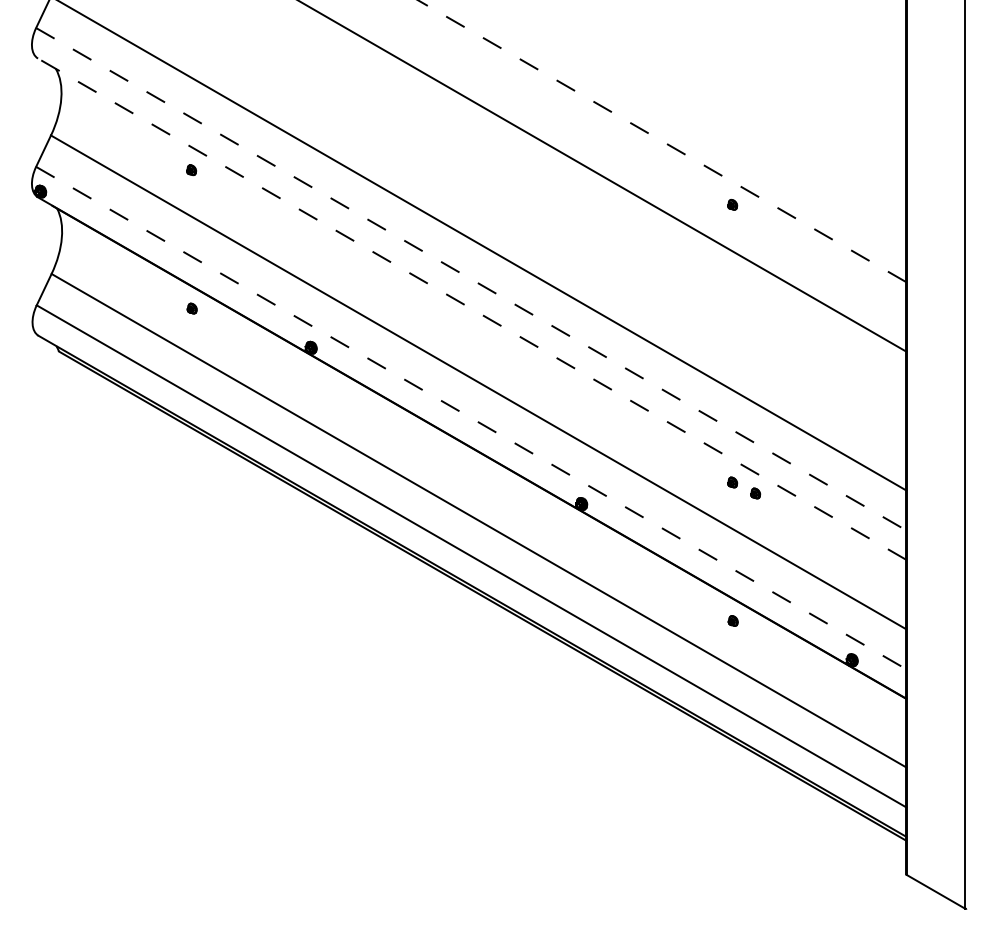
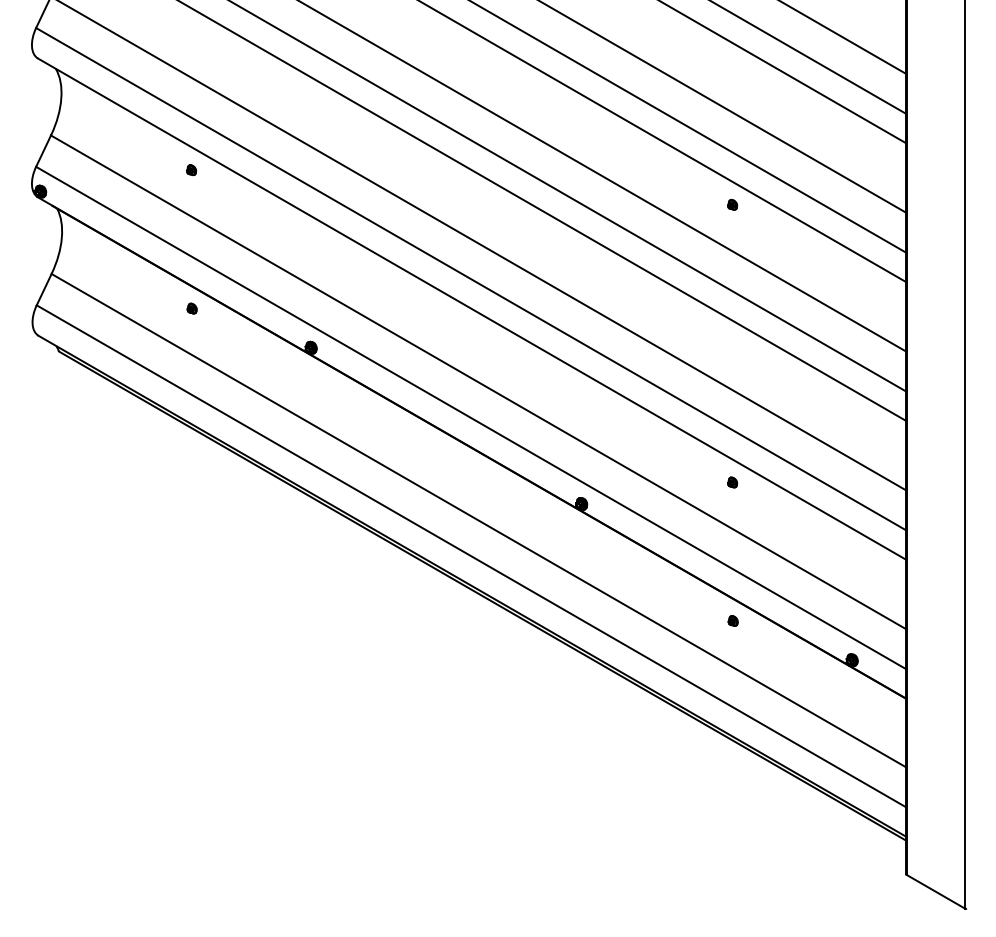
line at (844, 38): none -> present
line at (809, 57): none -> present
line at (783, 72): none -> present
line at (723, 107): none -> present
line at (689, 127): none -> present
line at (662, 141): dashed -> solid
line at (569, 196): none -> present
line at (543, 211): none -> present
line at (471, 279): dashed -> solid
line at (471, 308): dashed -> solid
line at (471, 418): dashed -> solid
part at (755, 493): present -> none
